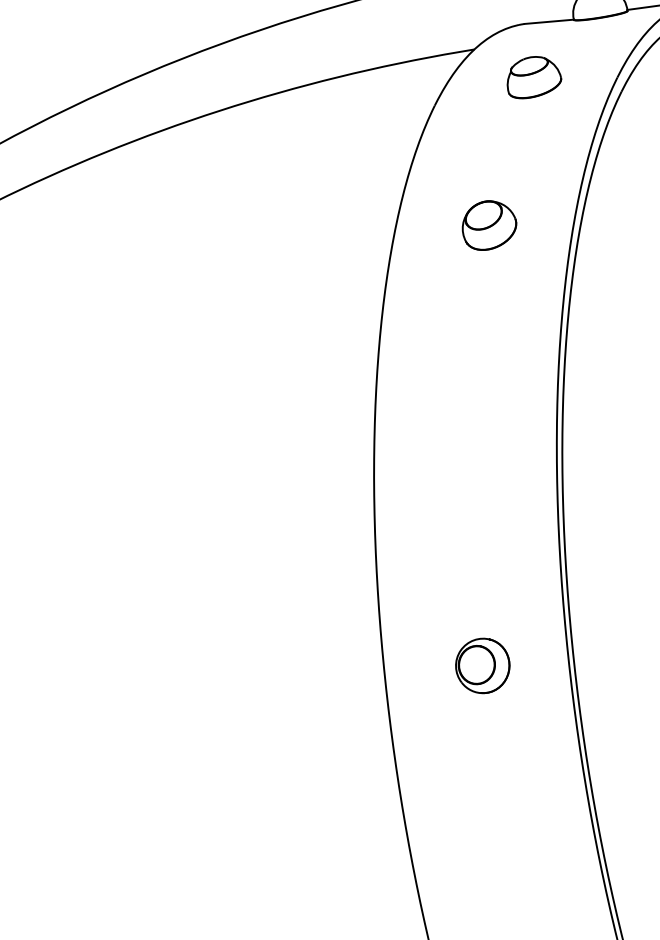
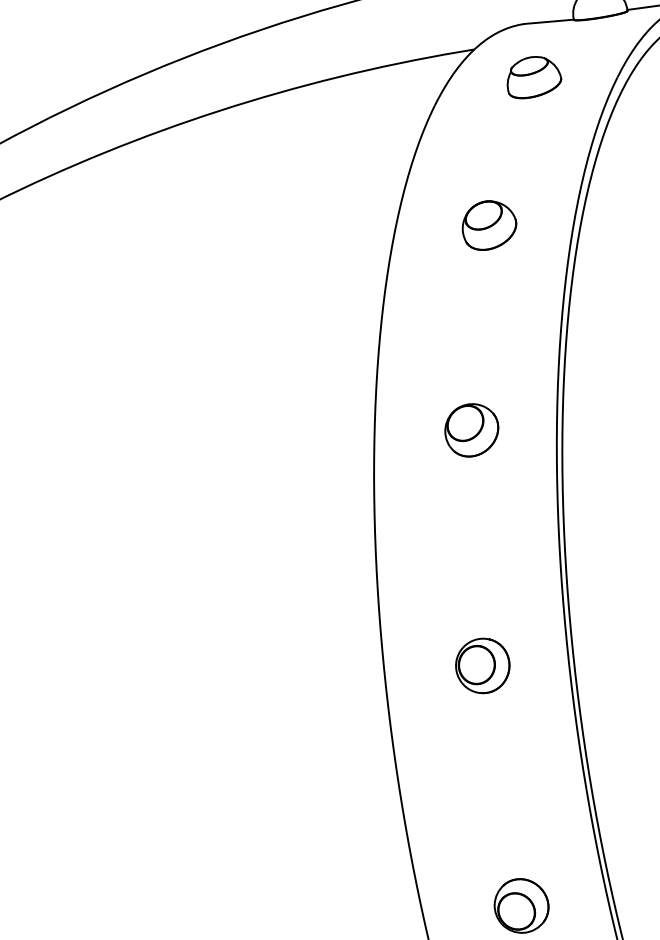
part at (471, 430): none -> present
part at (521, 905): none -> present
